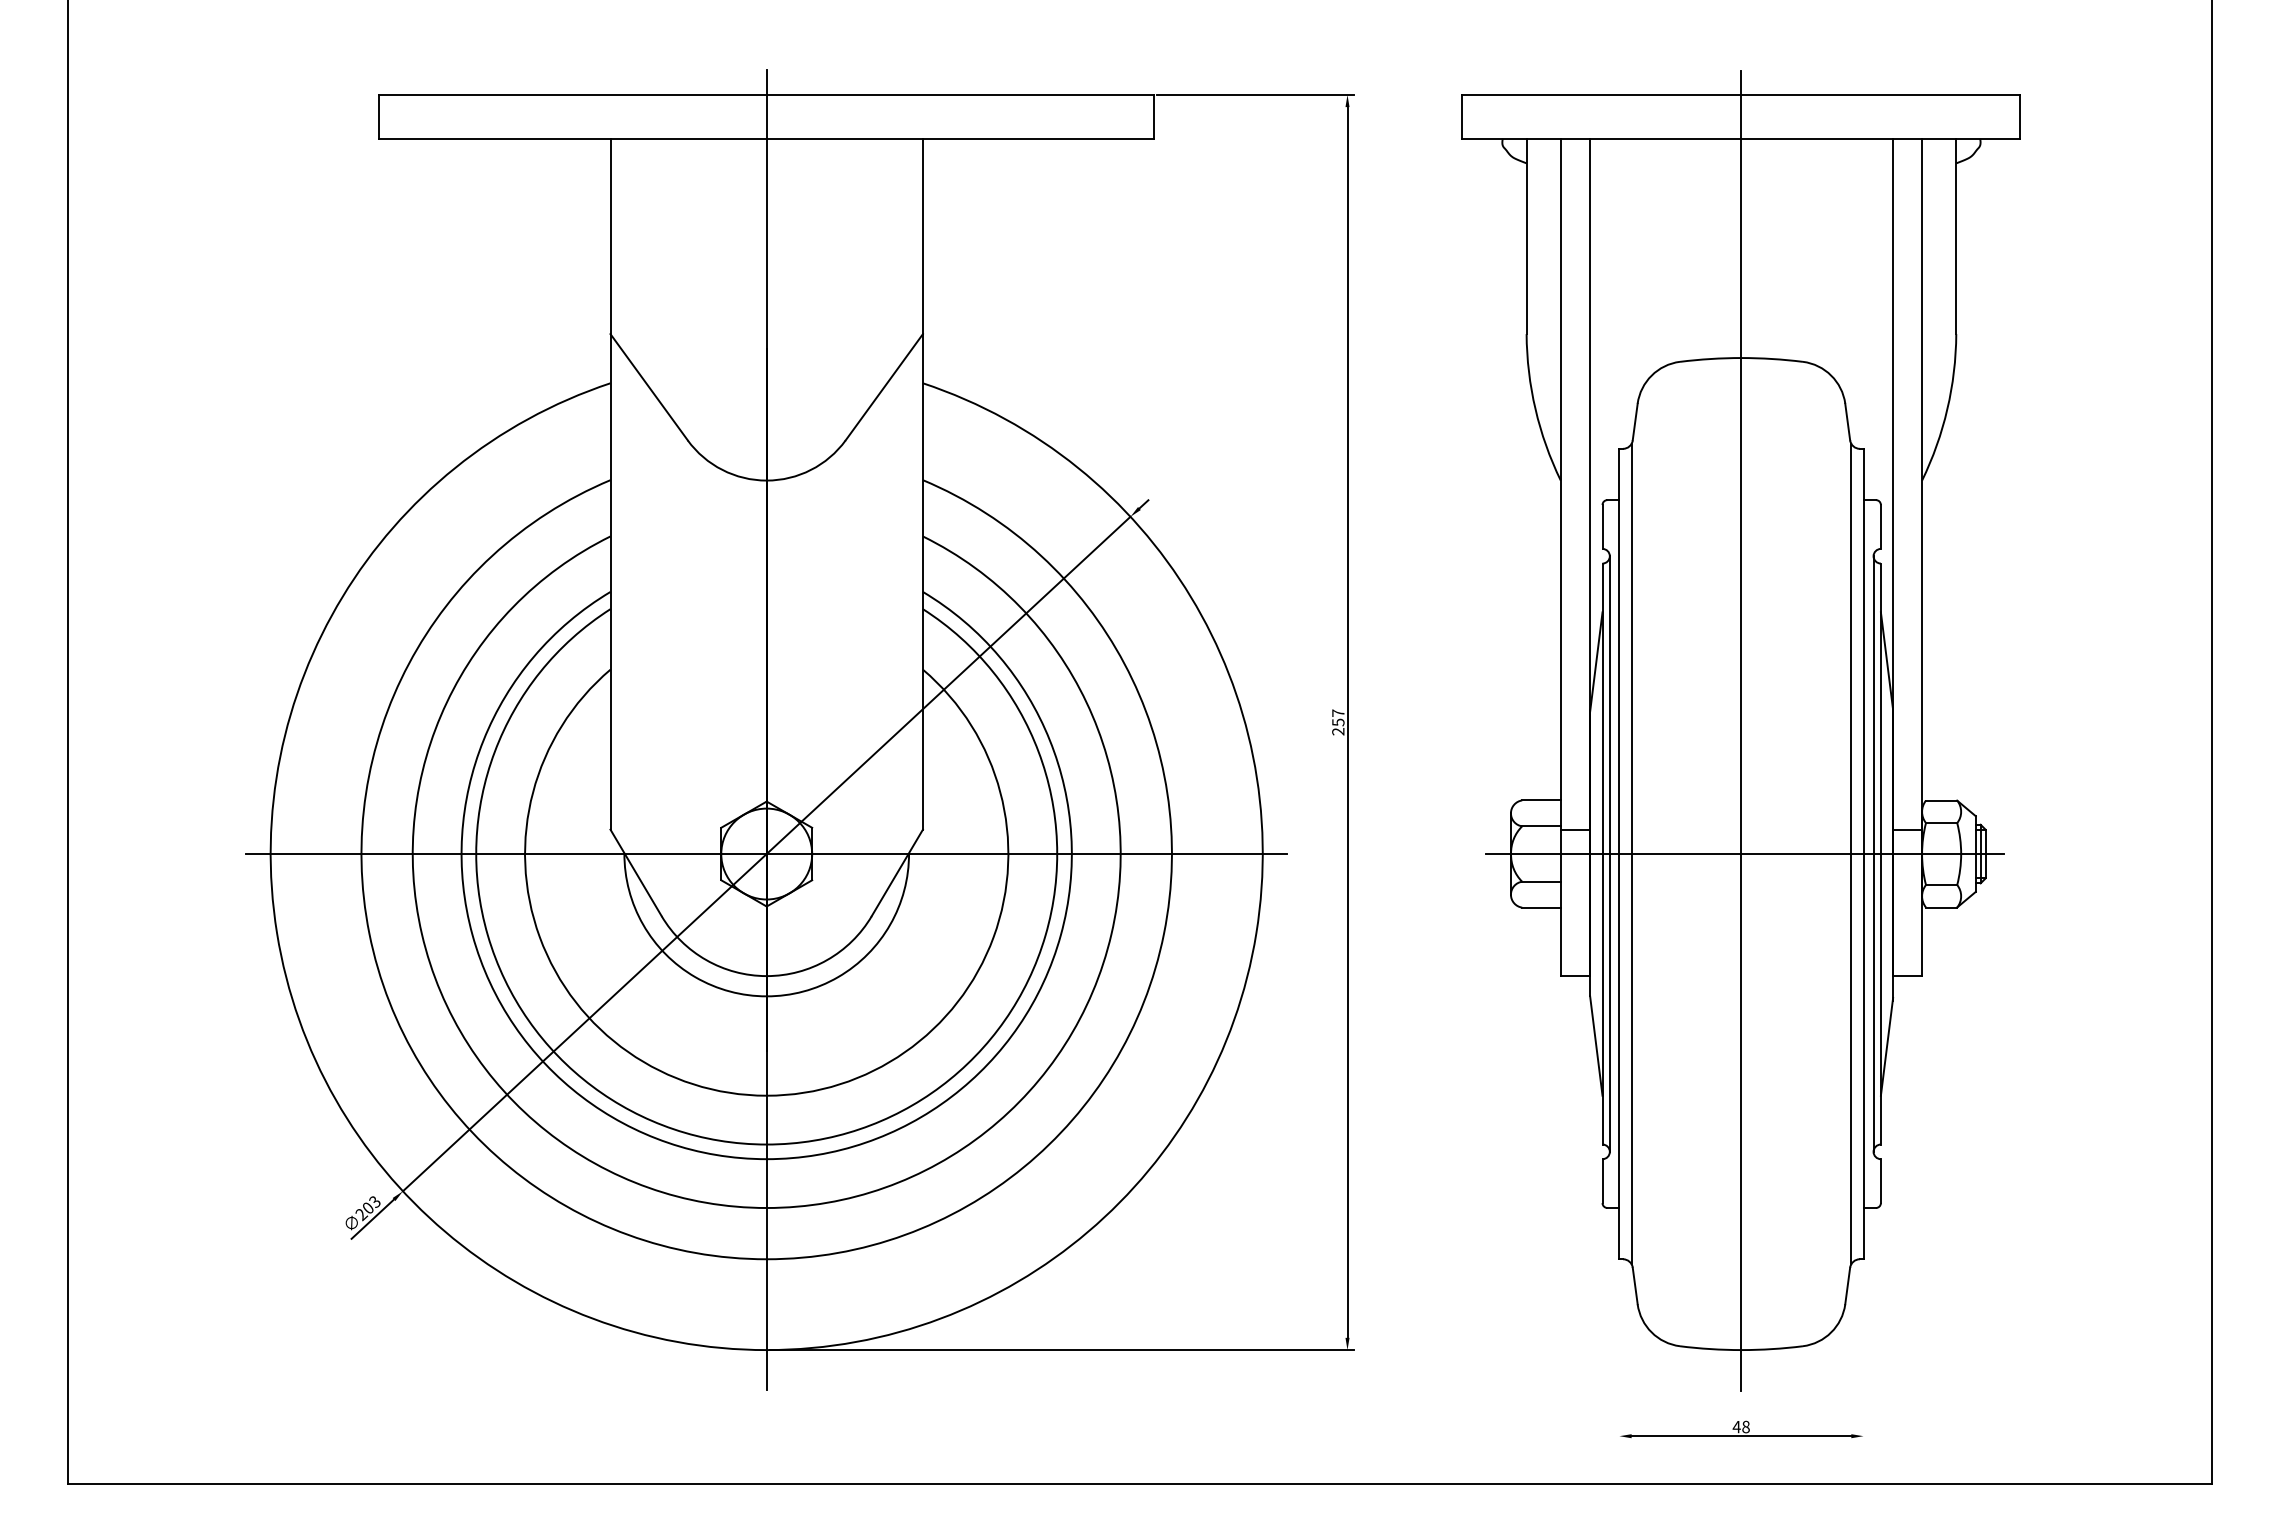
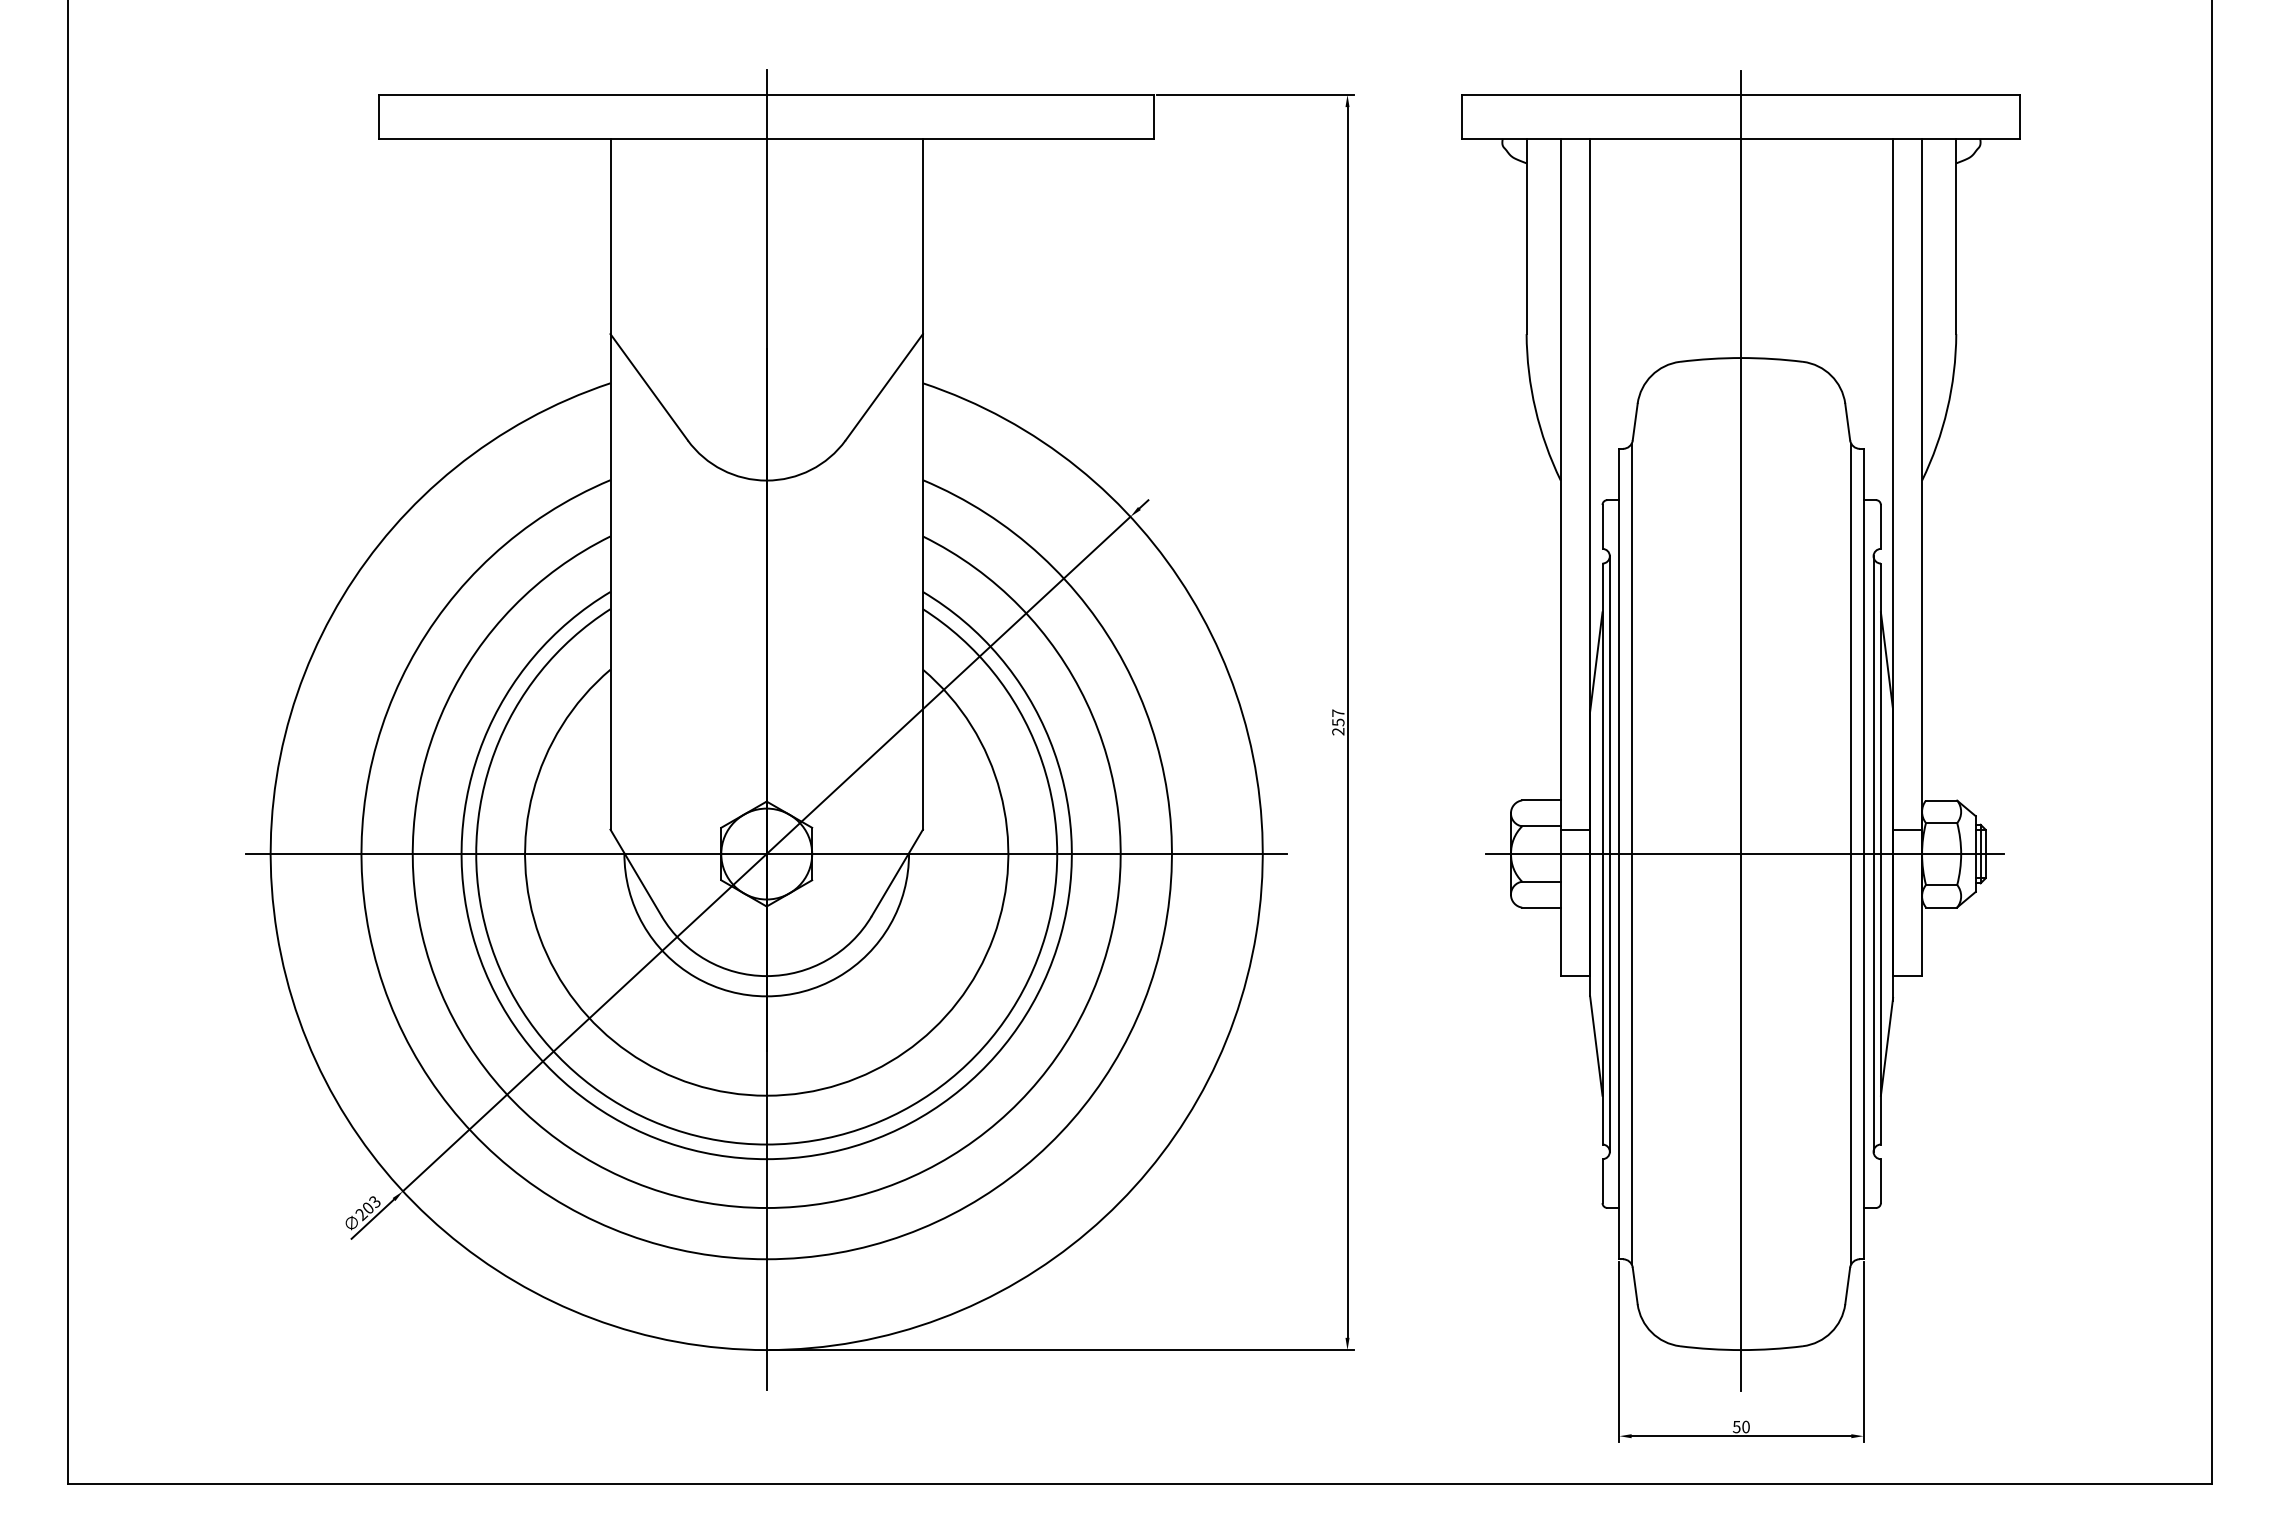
line at (1619, 1352): none -> present
line at (1863, 1352): none -> present
text at (1740, 1427): 48 -> 50
